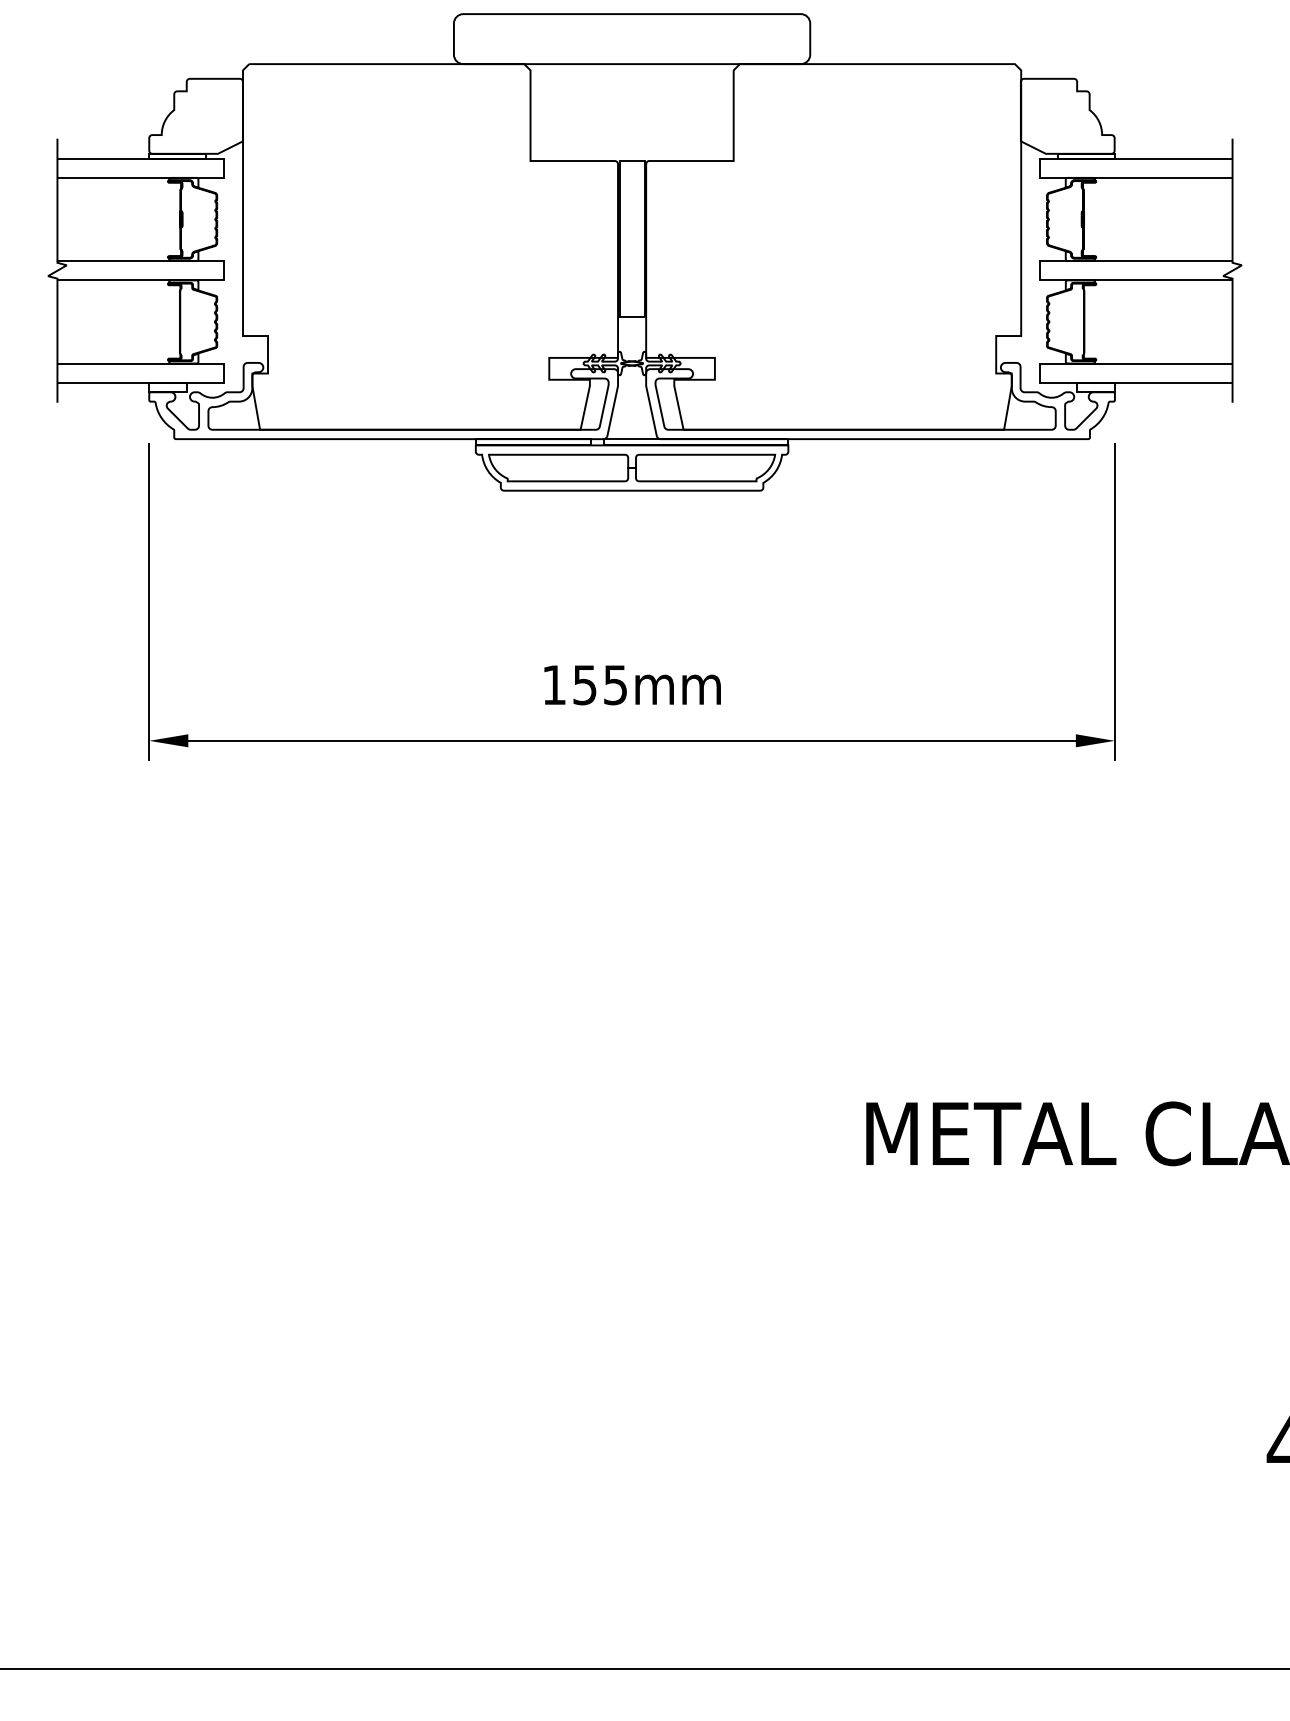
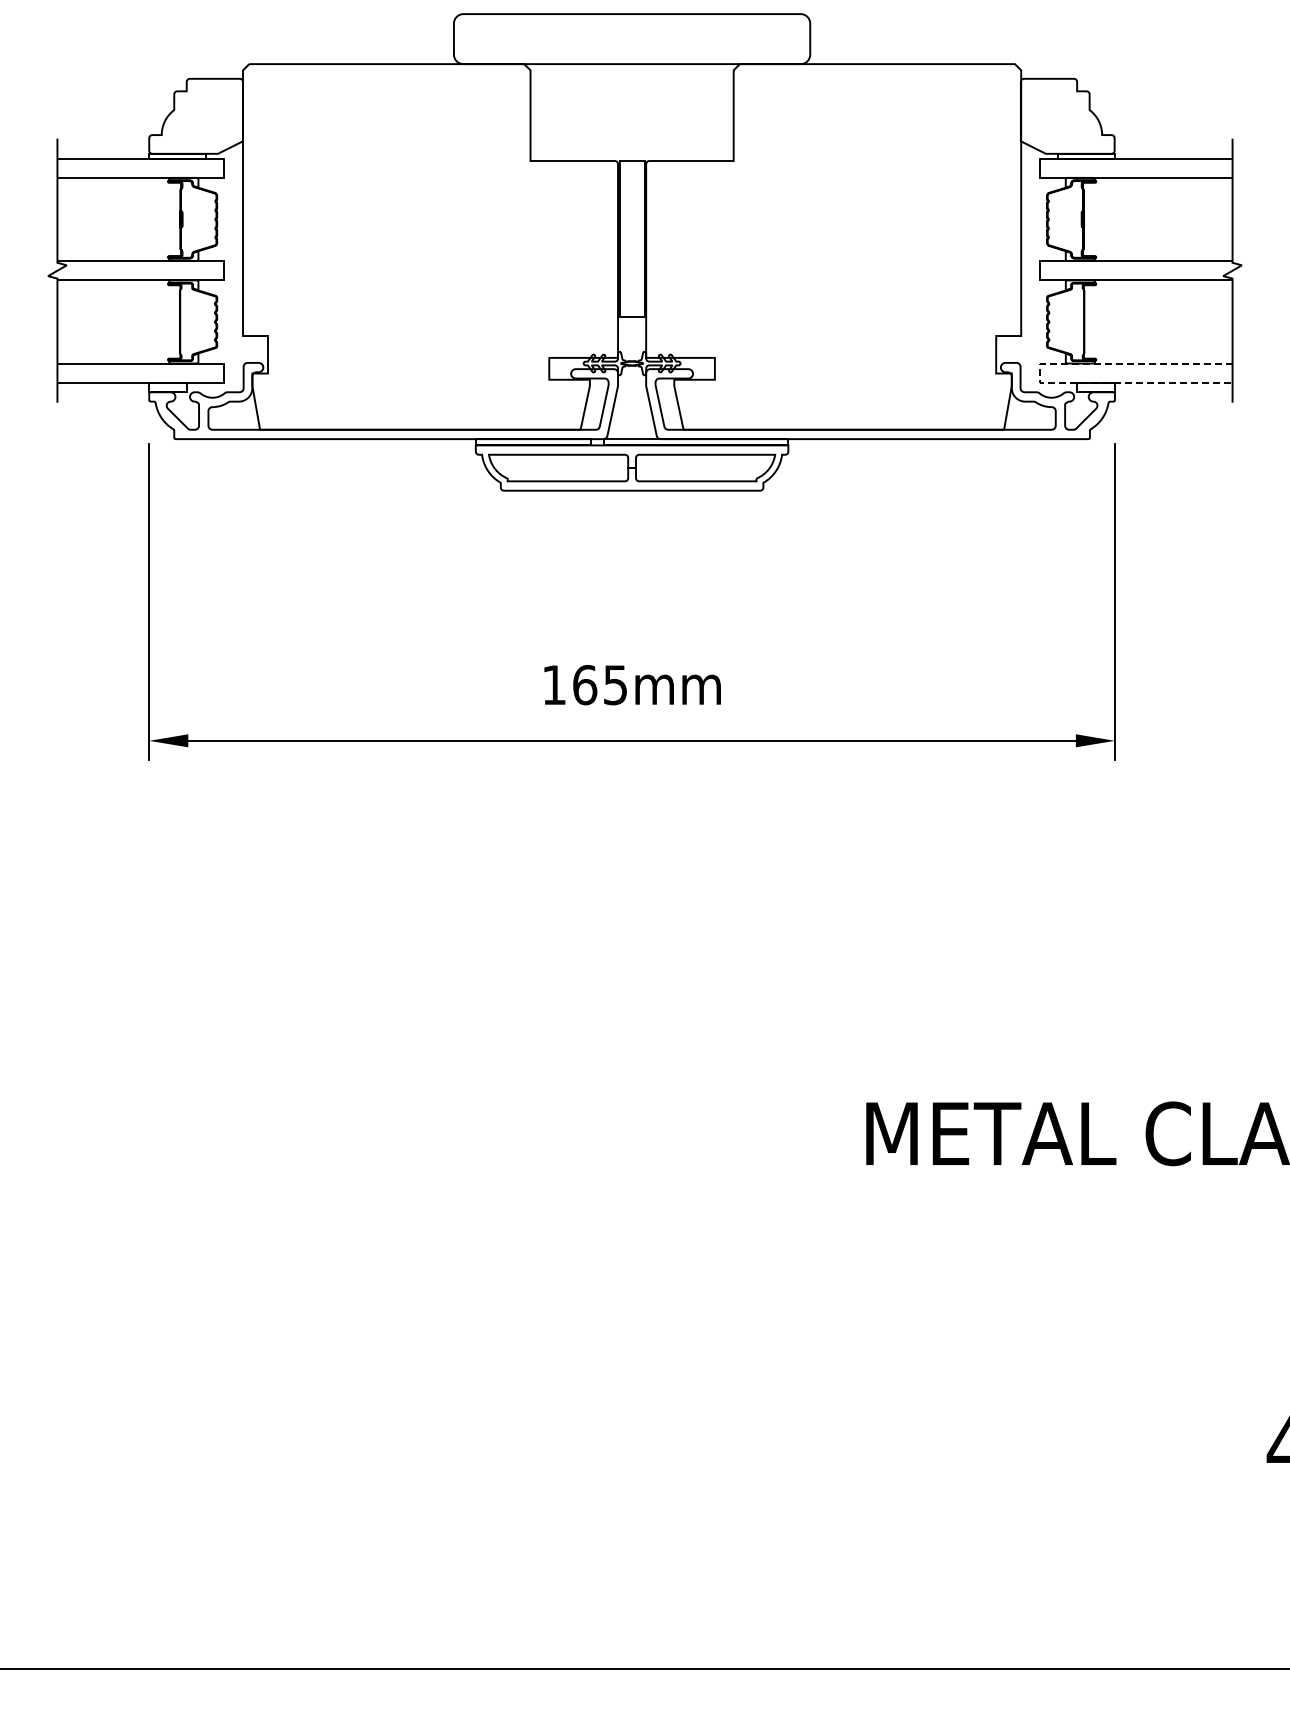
line at (1040, 373): solid -> dashed
text at (585, 685): 155mm -> 165mm
